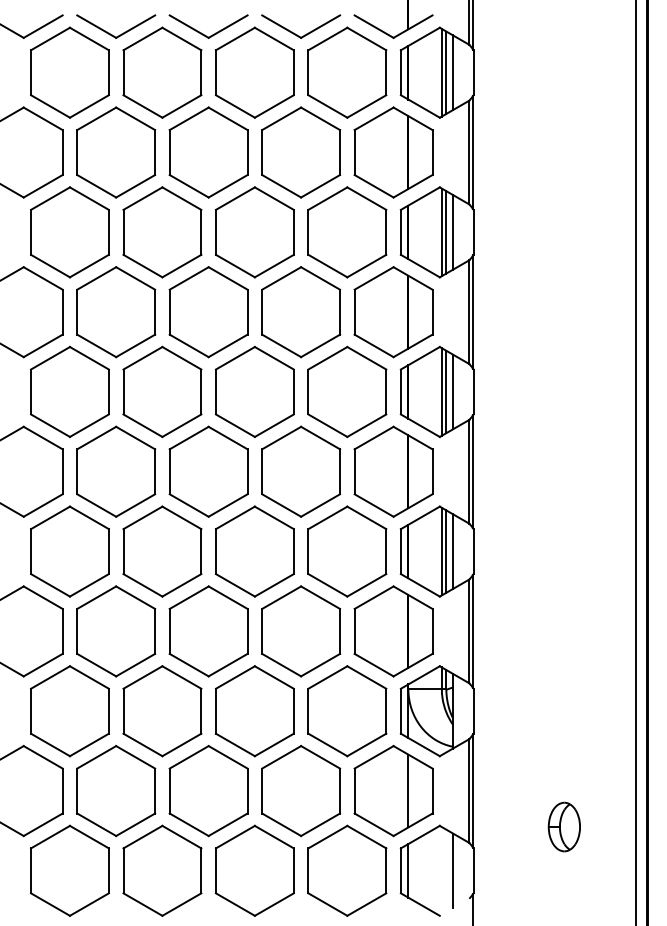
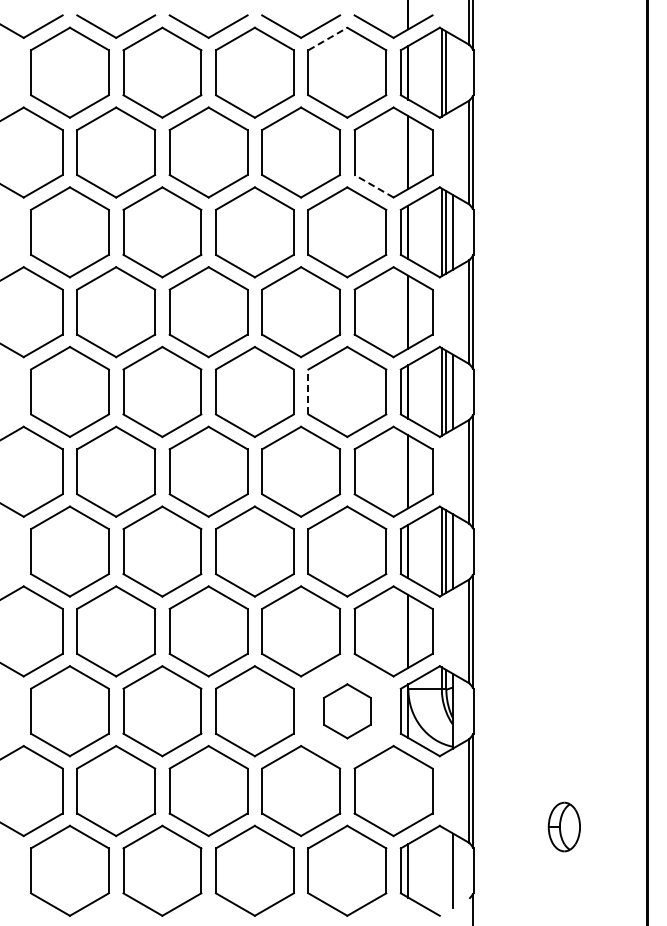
line at (328, 38): solid -> dashed
line at (452, 72): present -> none
line at (373, 186): solid -> dashed
line at (308, 391): solid -> dashed
line at (635, 462): present -> none
part at (347, 711) size: 81x93 px -> 49x57 px
line at (408, 790): present -> none
